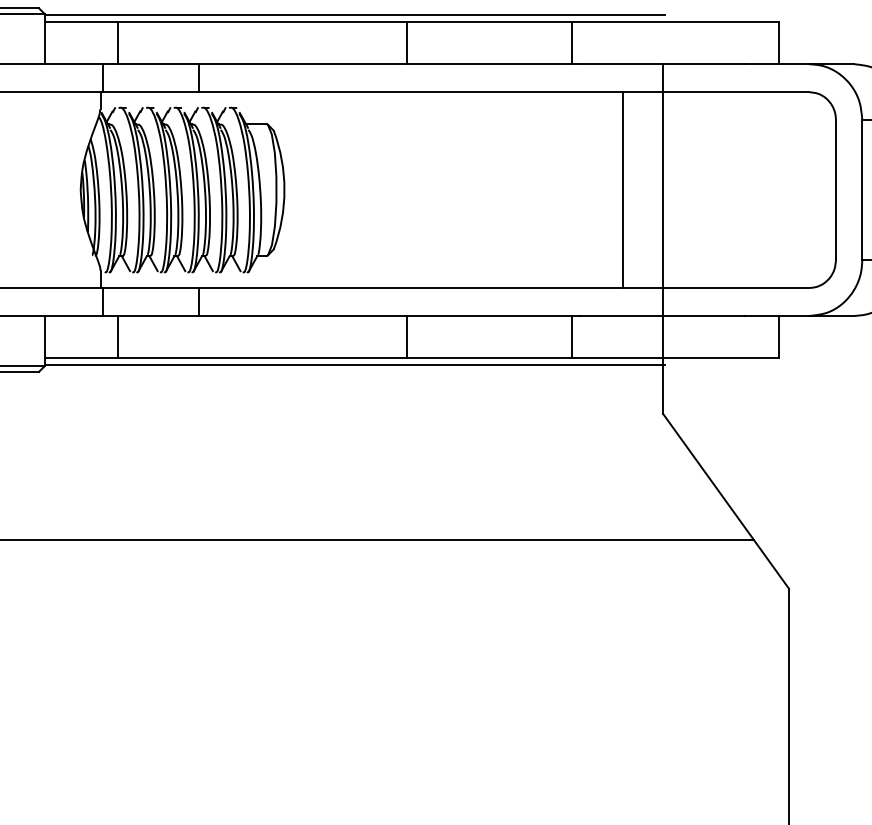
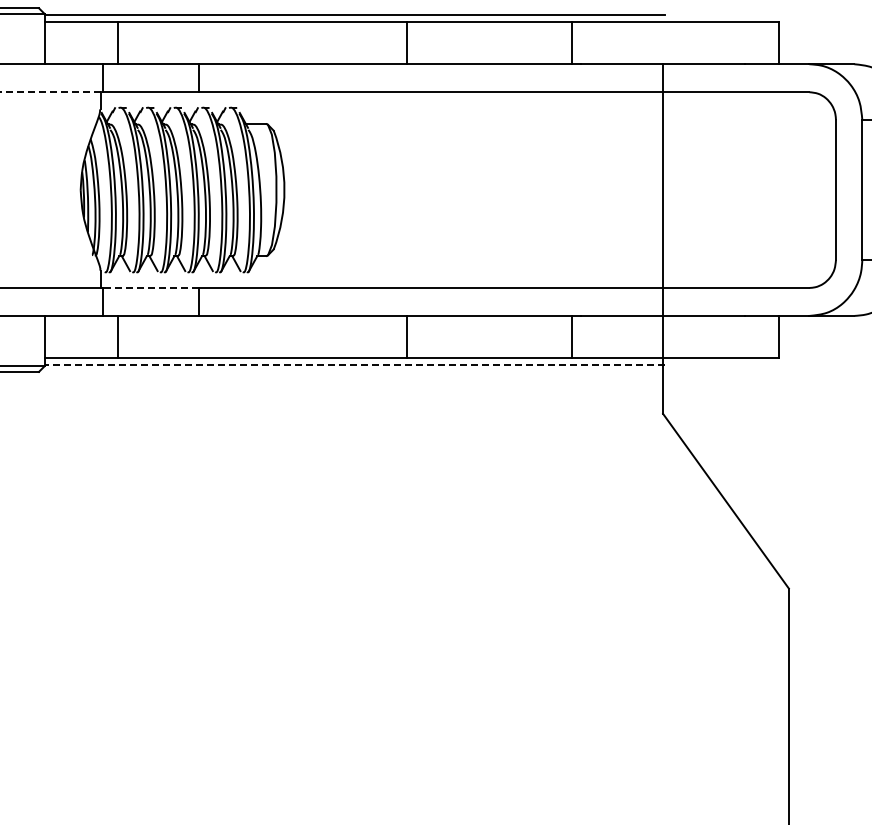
line at (52, 92): solid -> dashed
line at (623, 189): present -> none
line at (150, 287): solid -> dashed
line at (354, 364): solid -> dashed
line at (377, 539): present -> none
